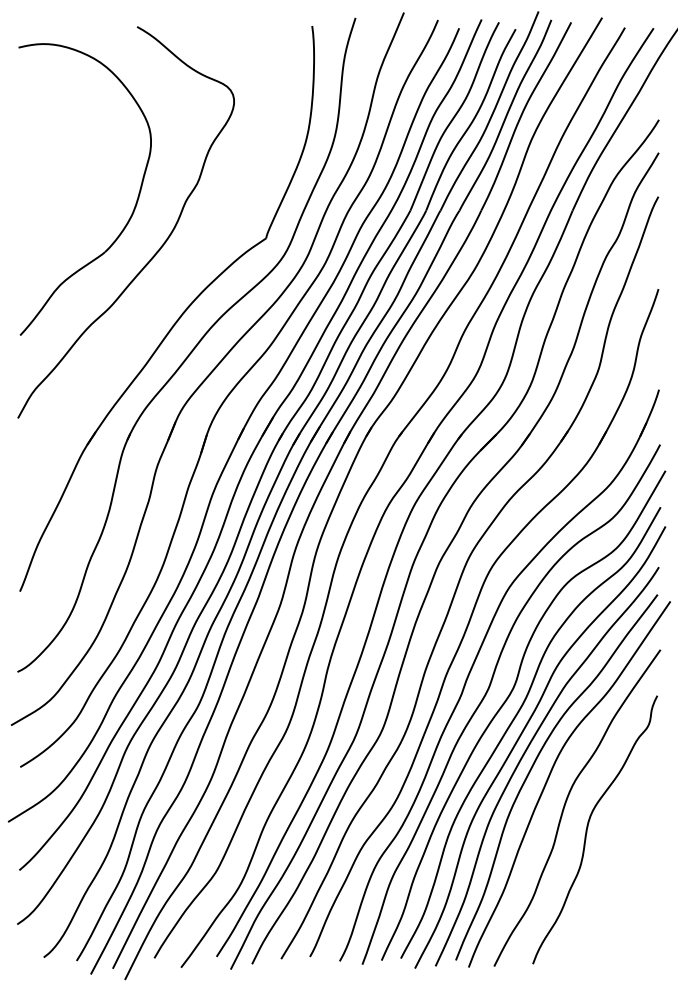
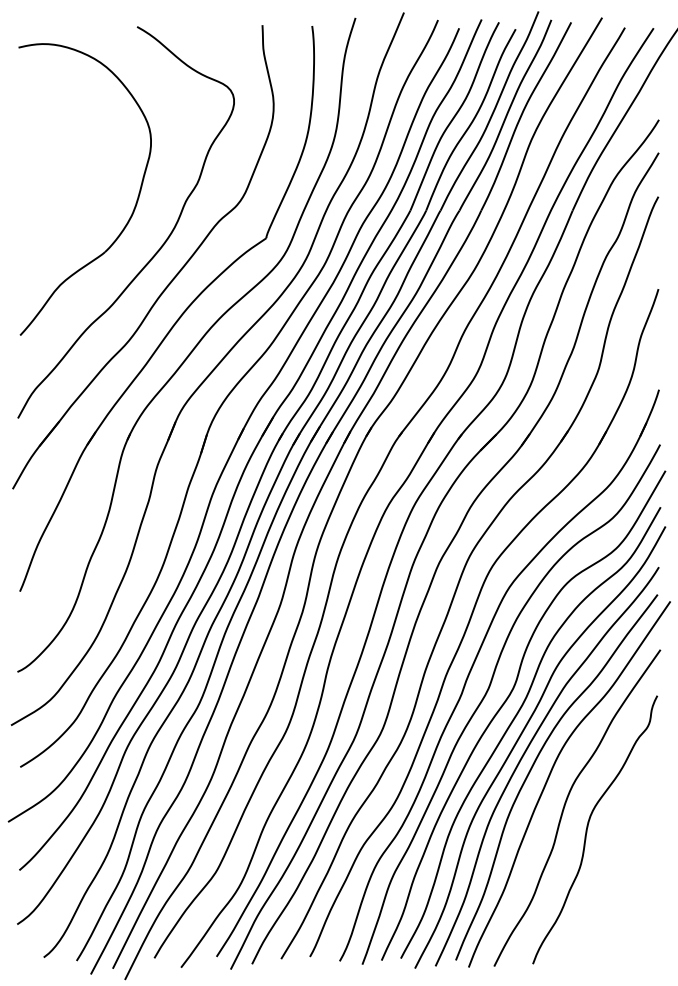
part at (172, 278): none -> present
